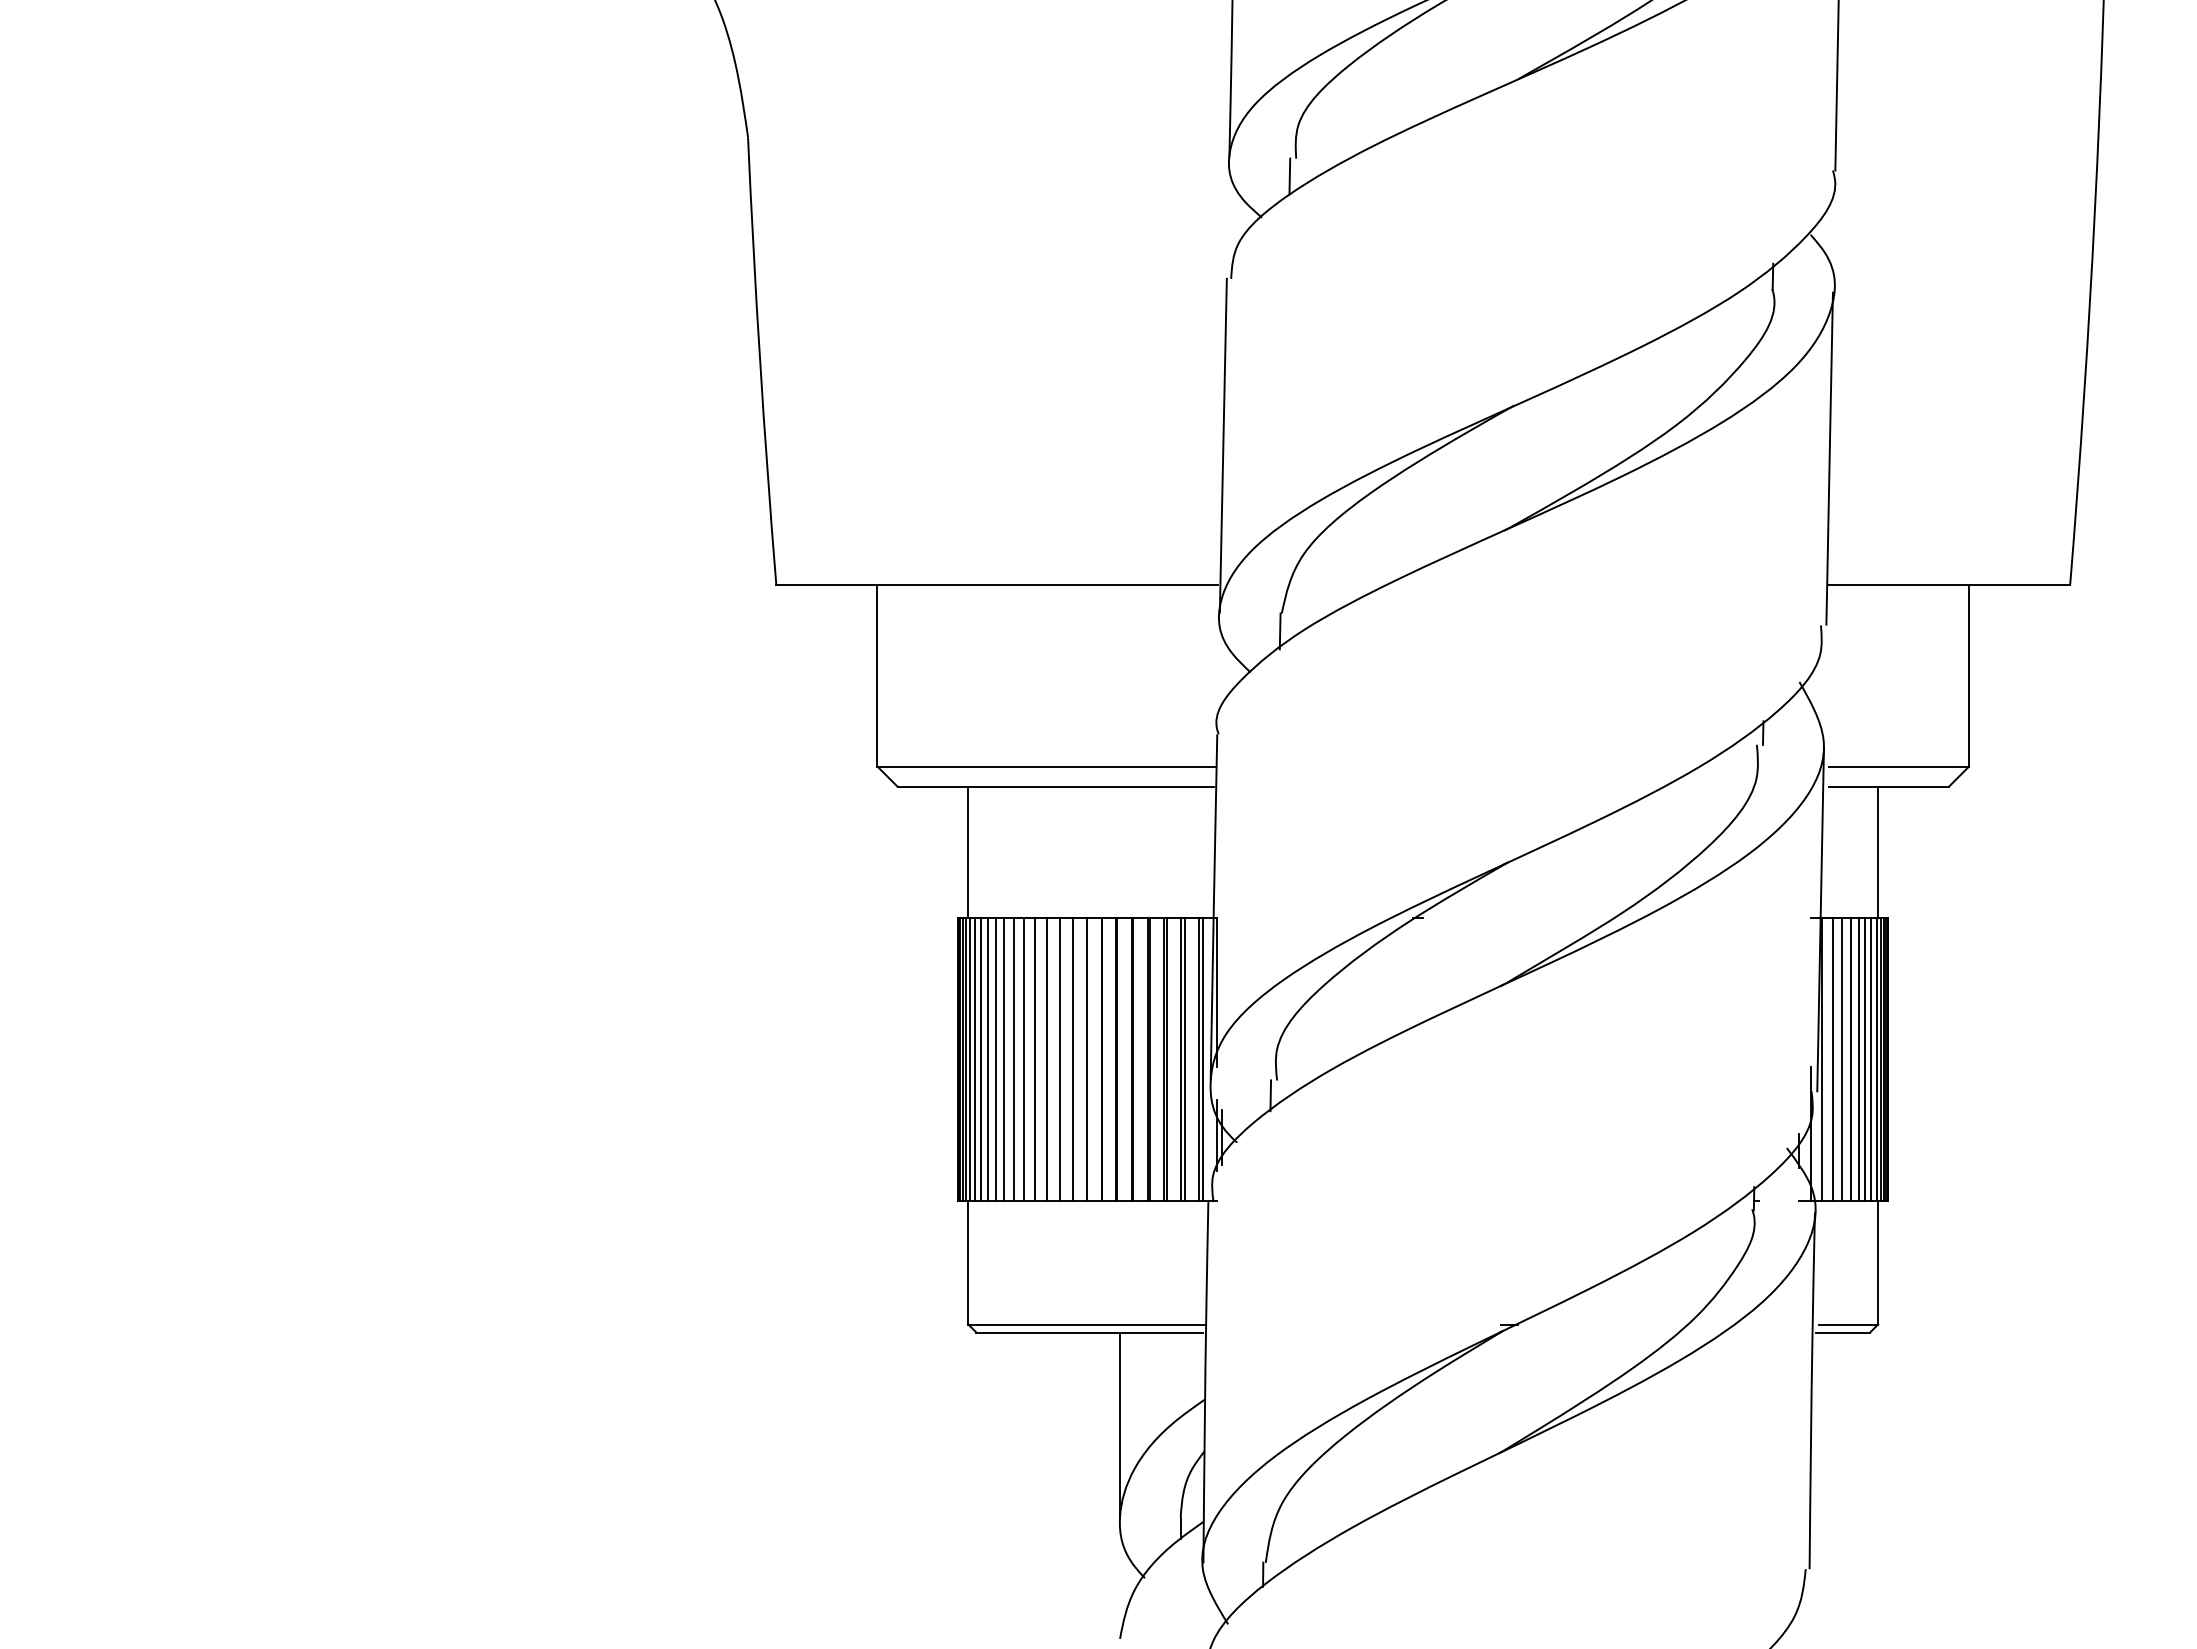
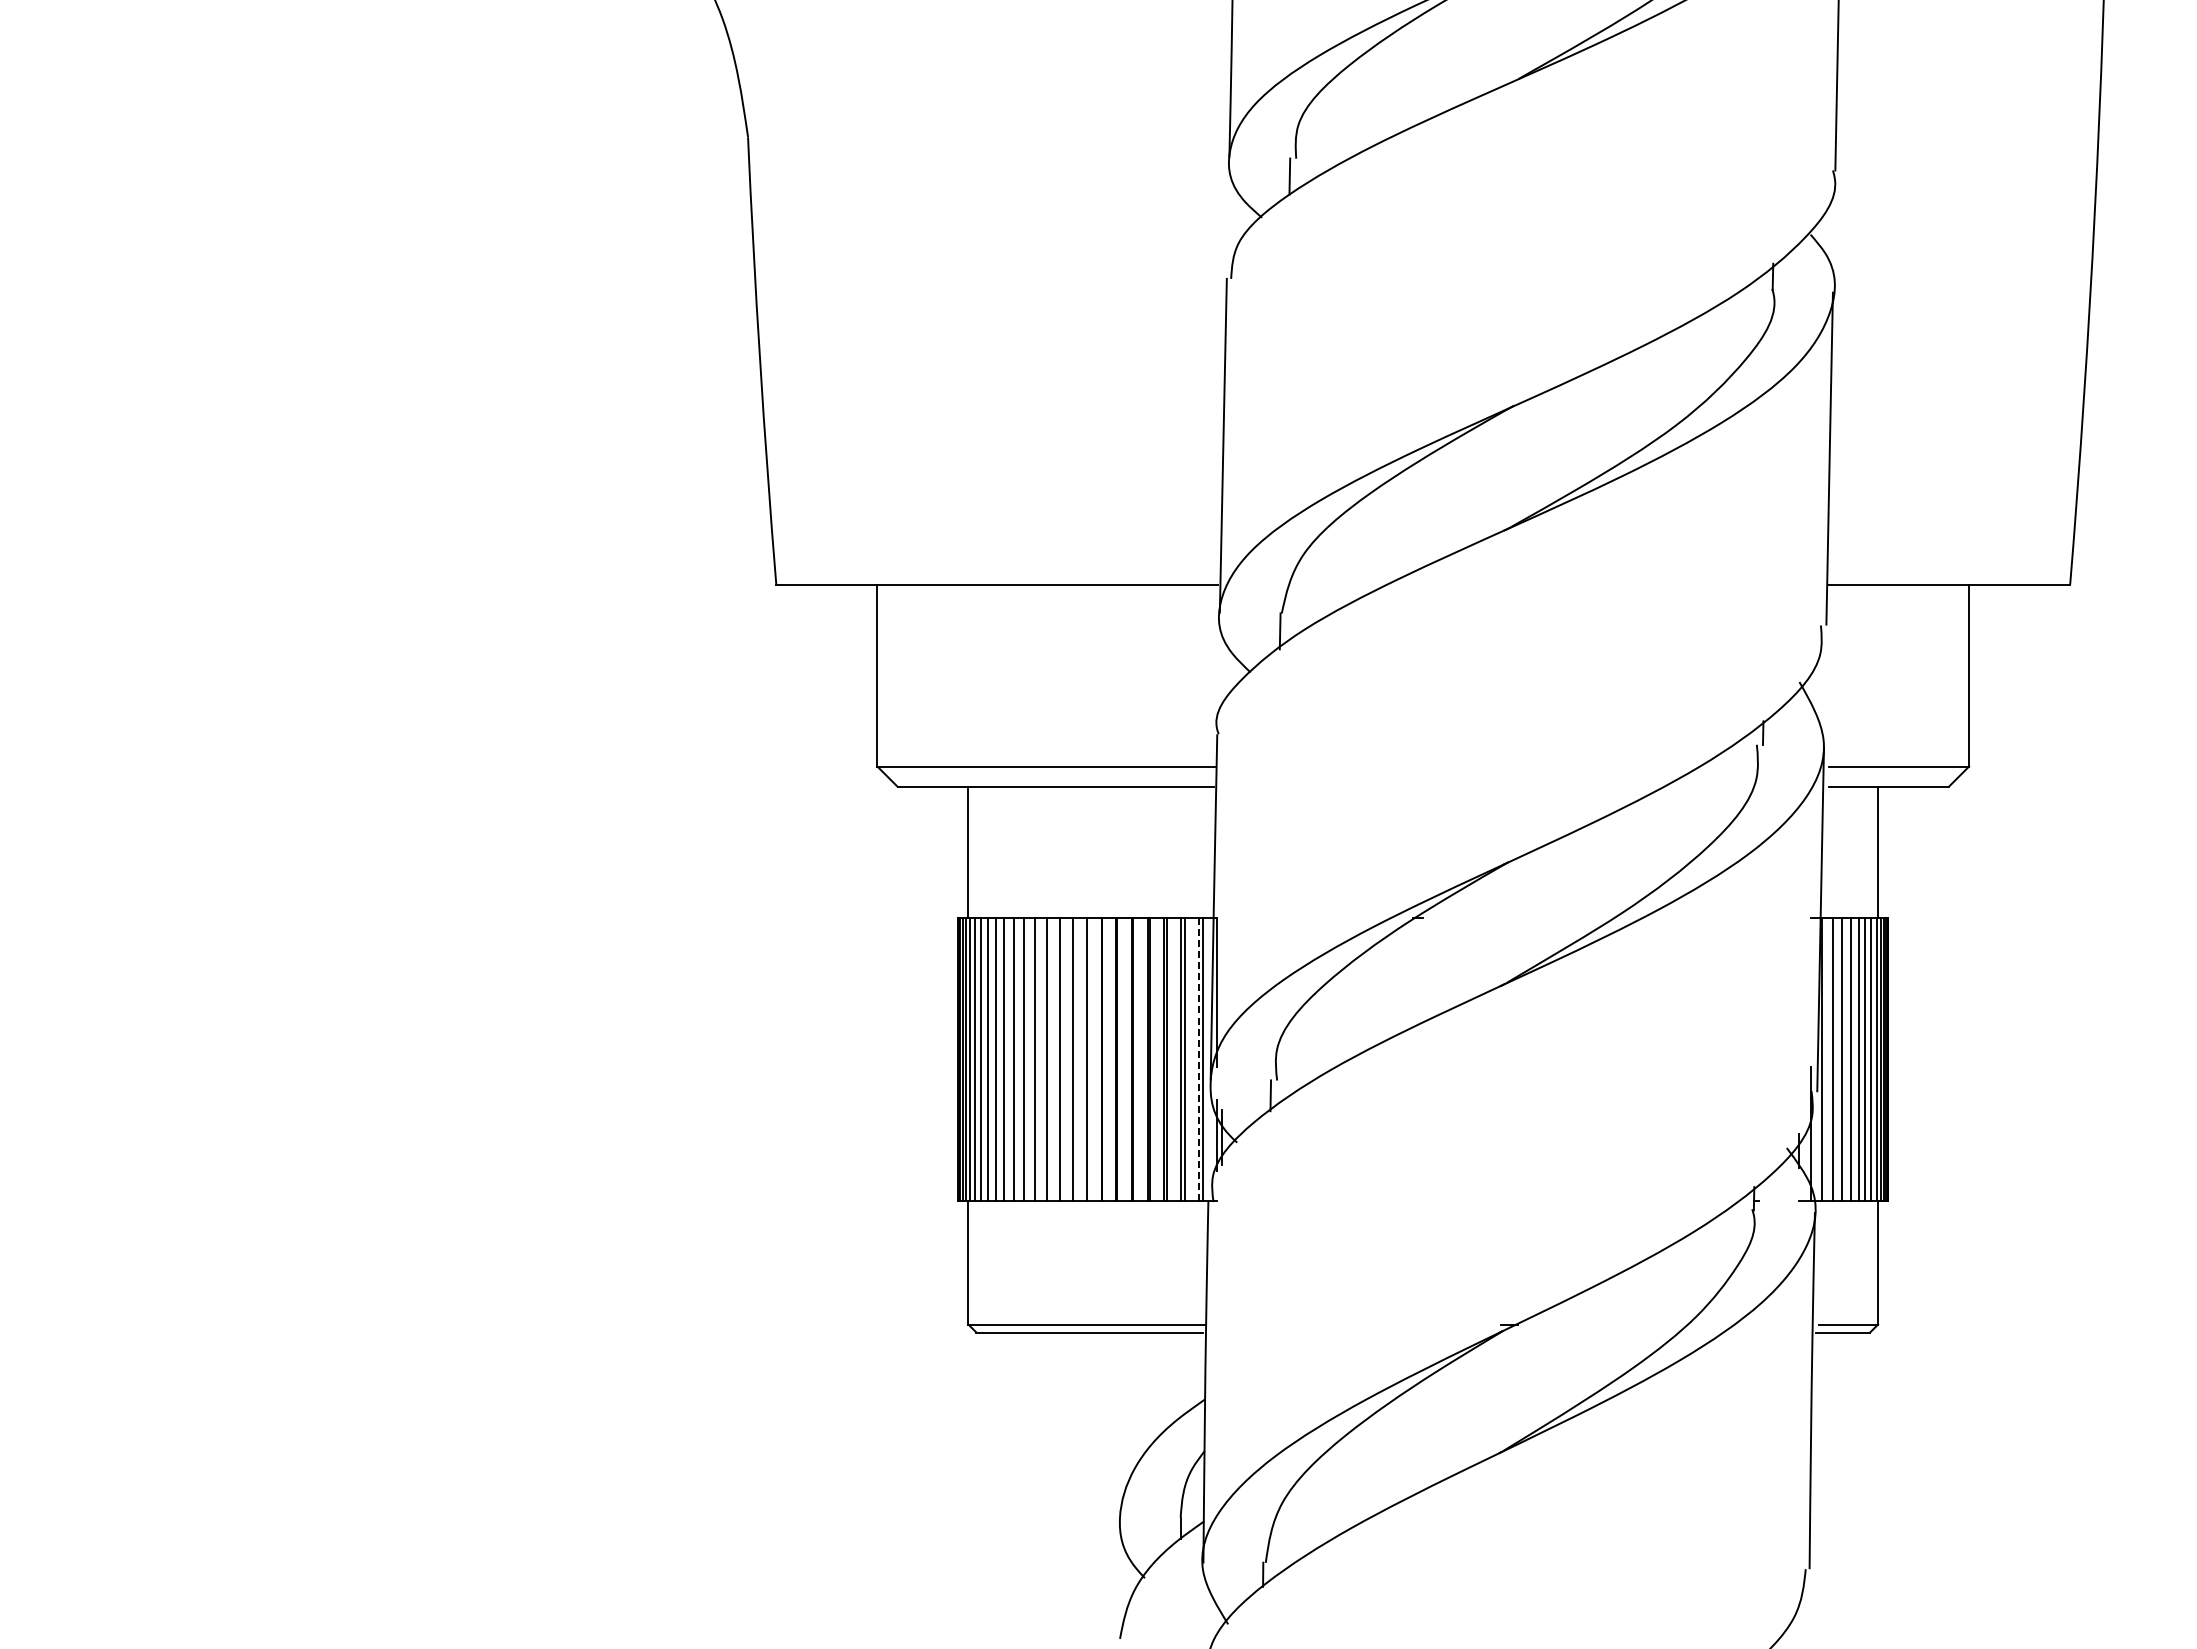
line at (1198, 1059): solid -> dashed
line at (1120, 1424): present -> none
